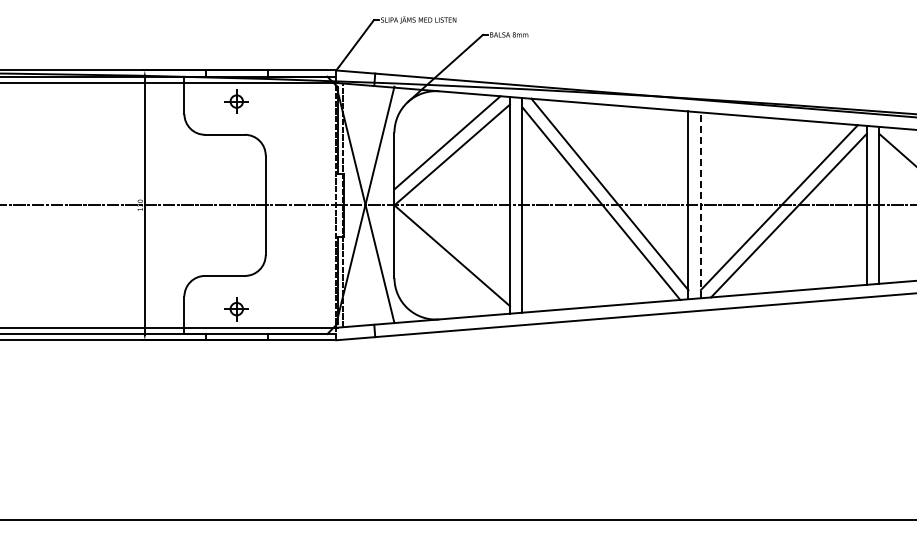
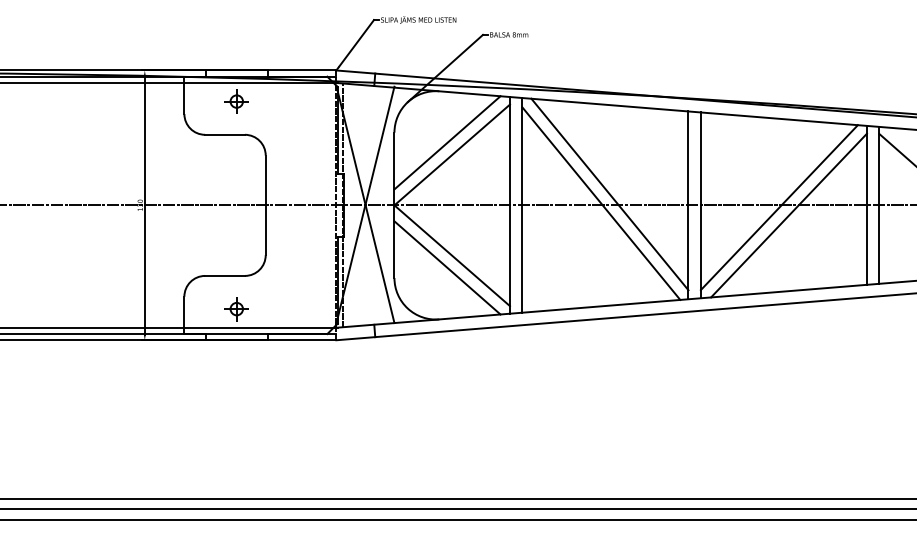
line at (700, 205): dashed -> solid
line at (447, 267): none -> present
line at (457, 499): none -> present
line at (457, 509): none -> present
